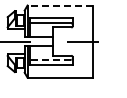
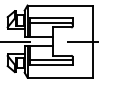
line at (60, 5): dashed -> solid
line at (50, 60): dashed -> solid
